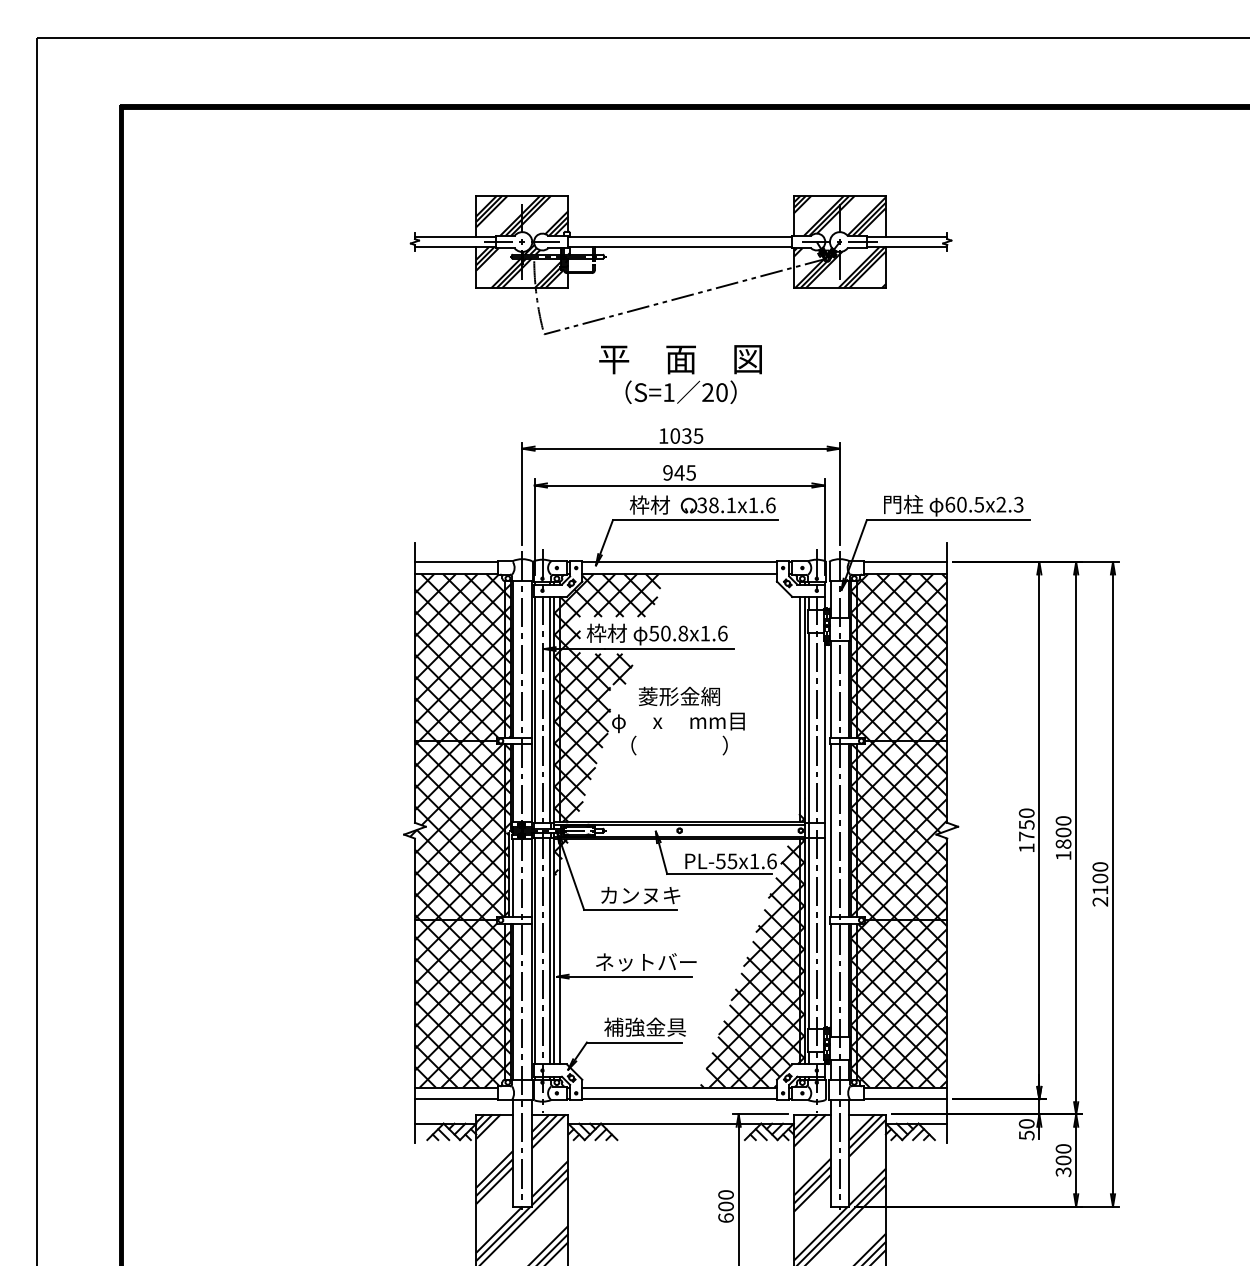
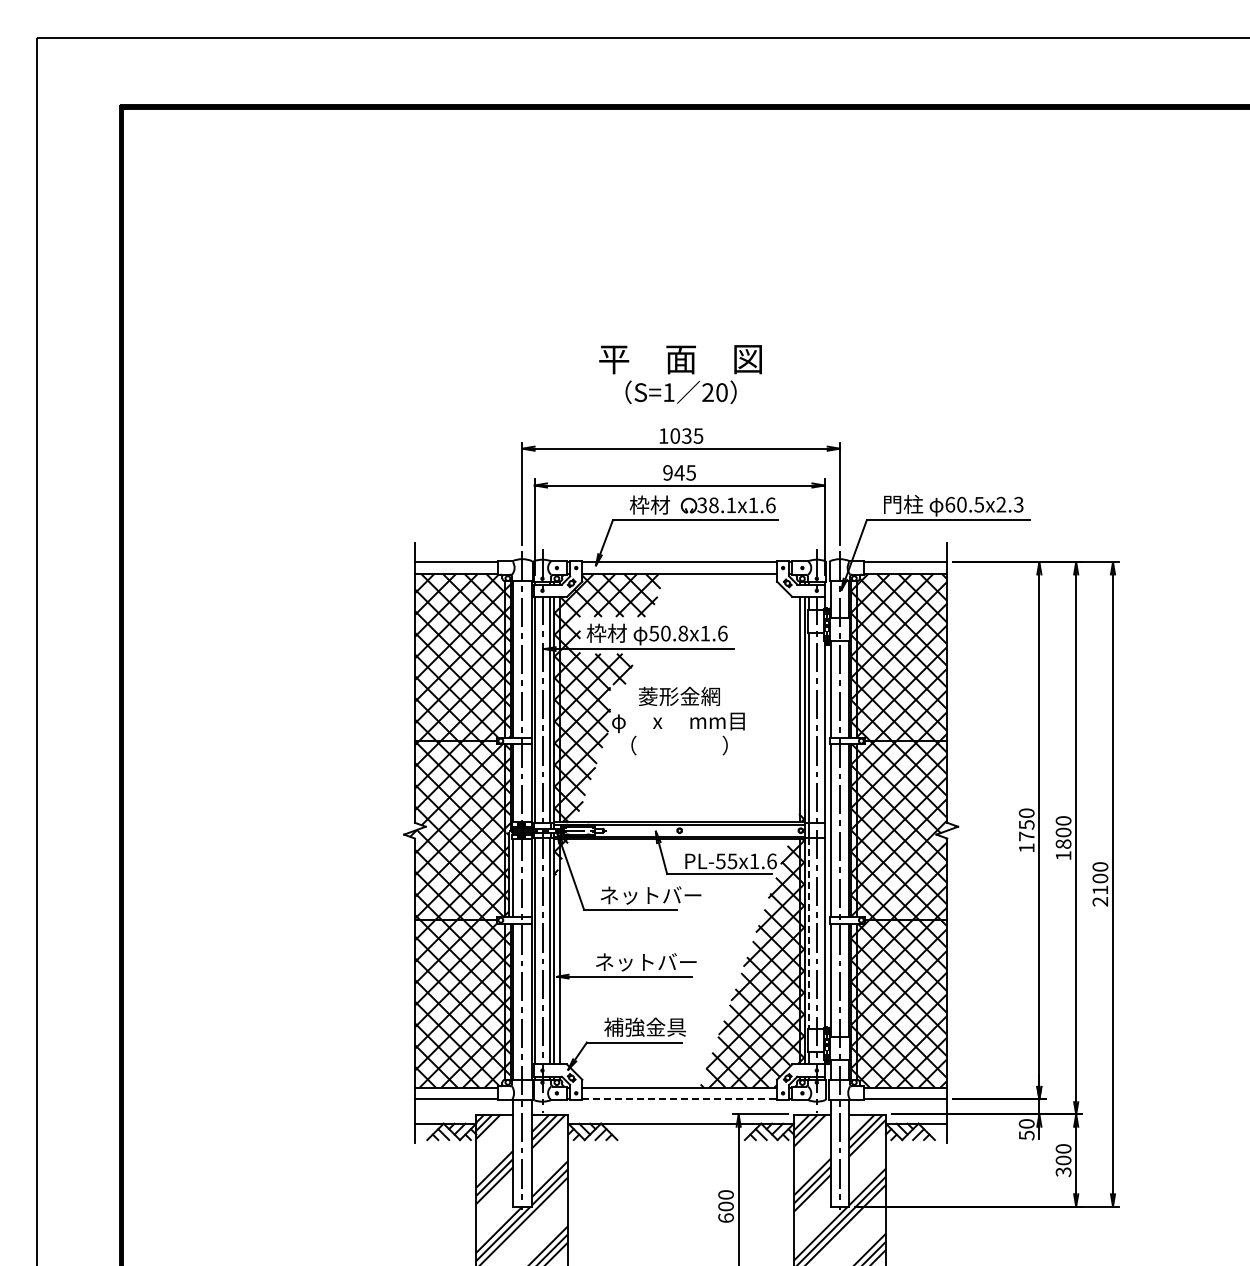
part at (680, 247): present -> none
text at (650, 895): カンヌキ -> ネットバー
line at (809, 934): solid -> dashed
line at (680, 1099): solid -> dashed
